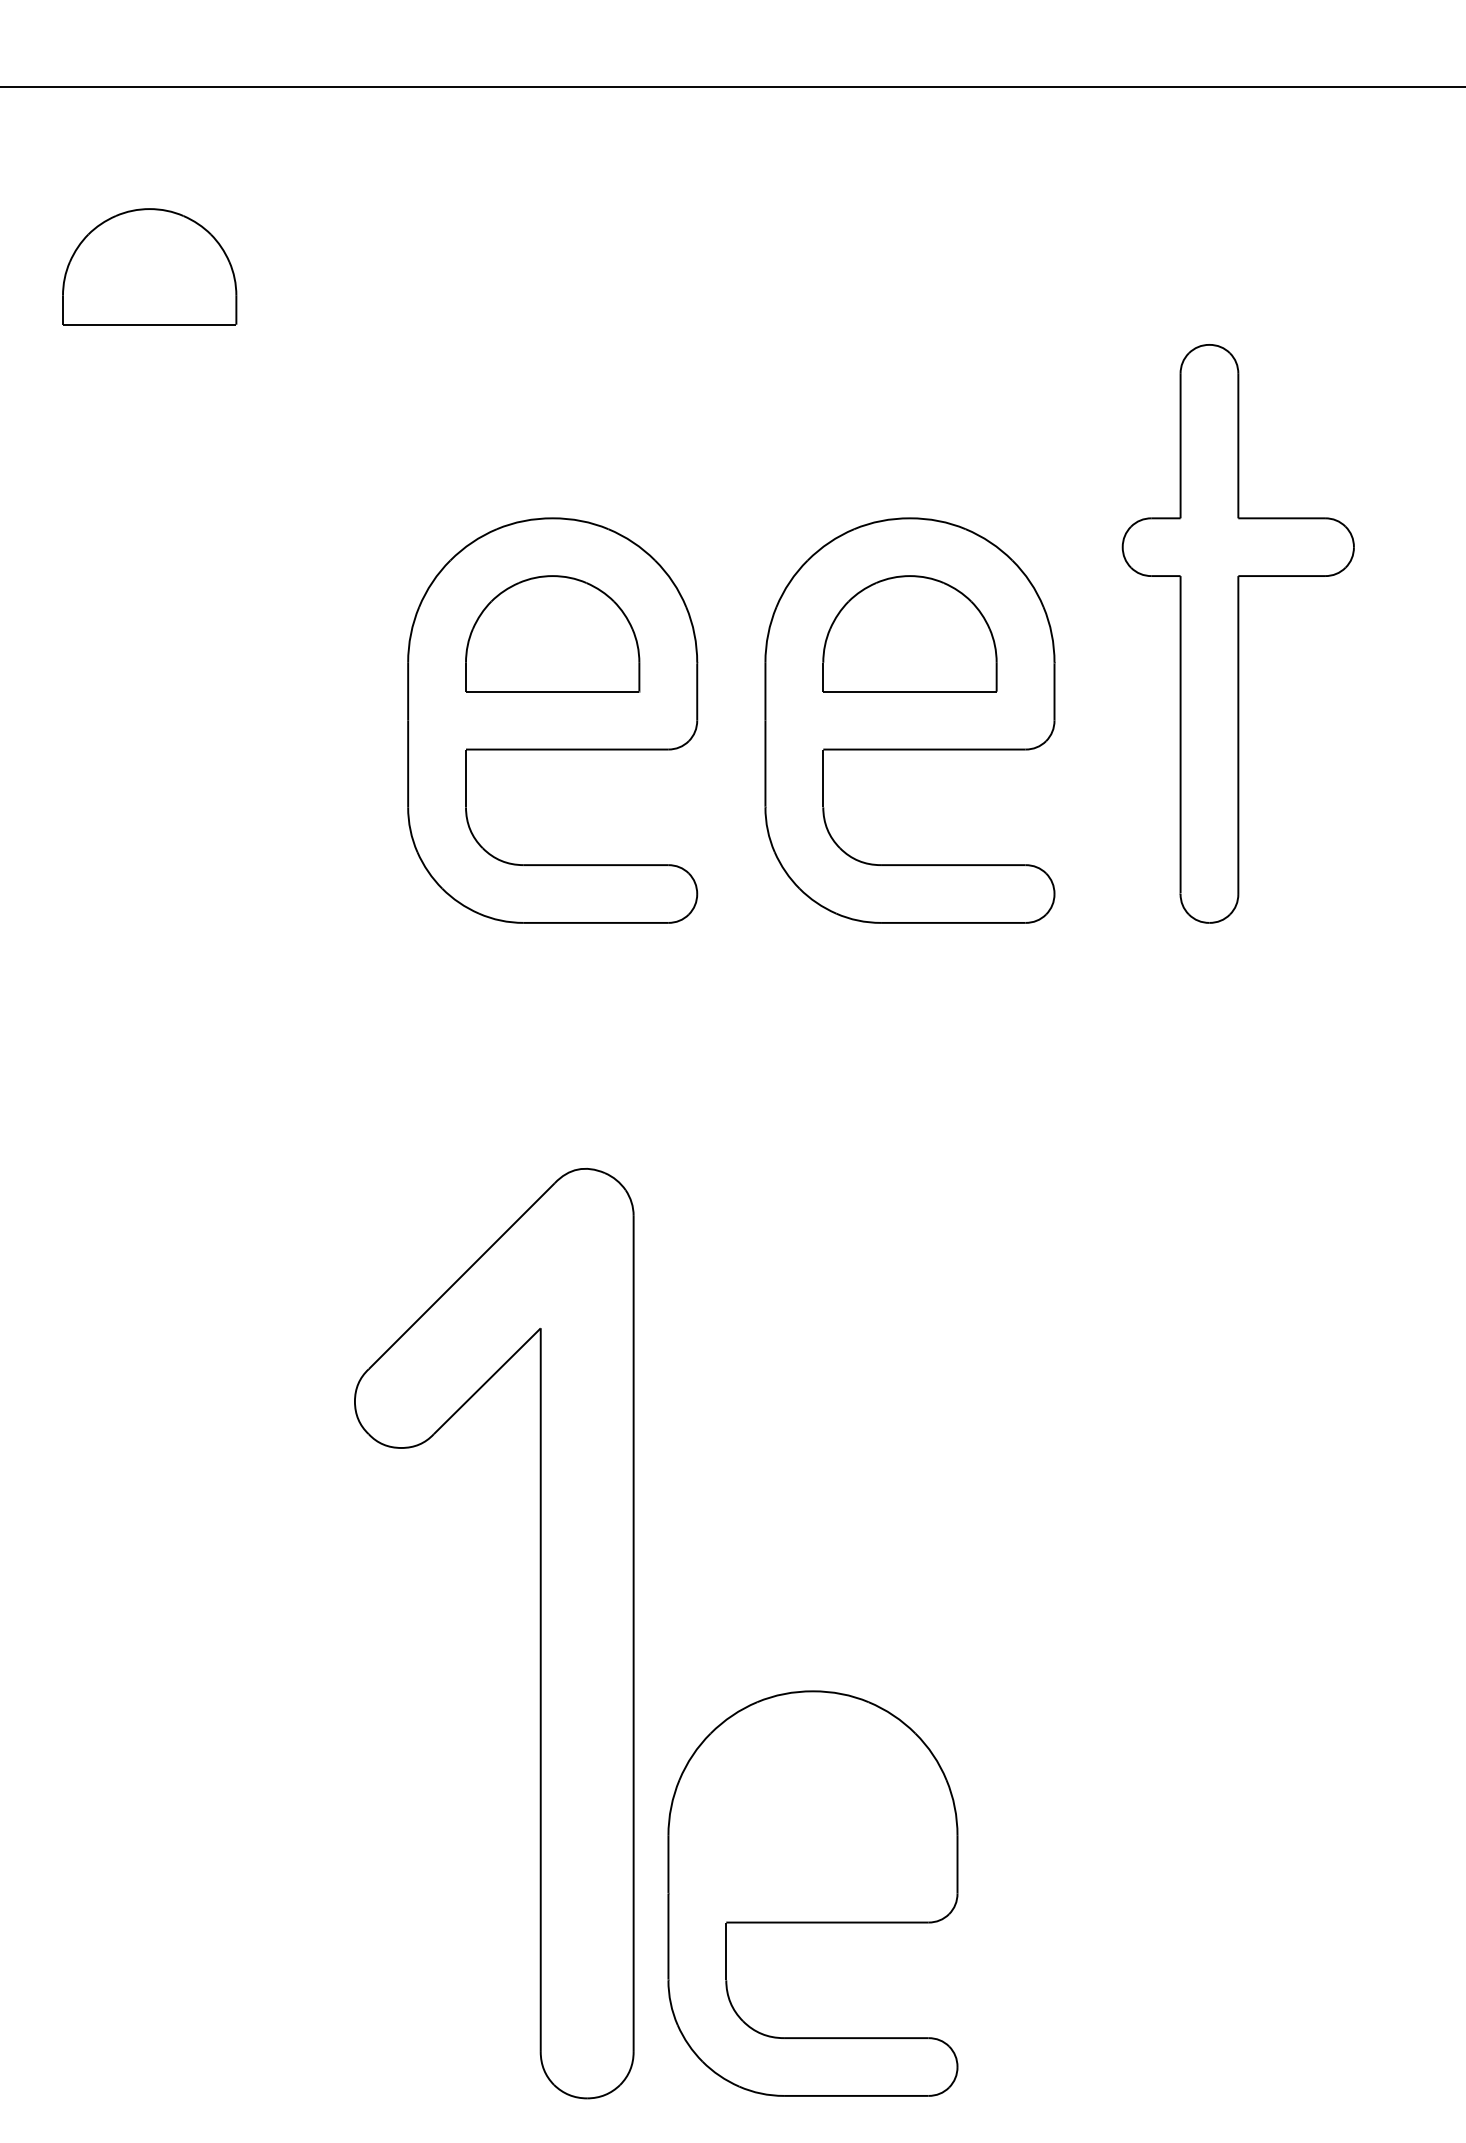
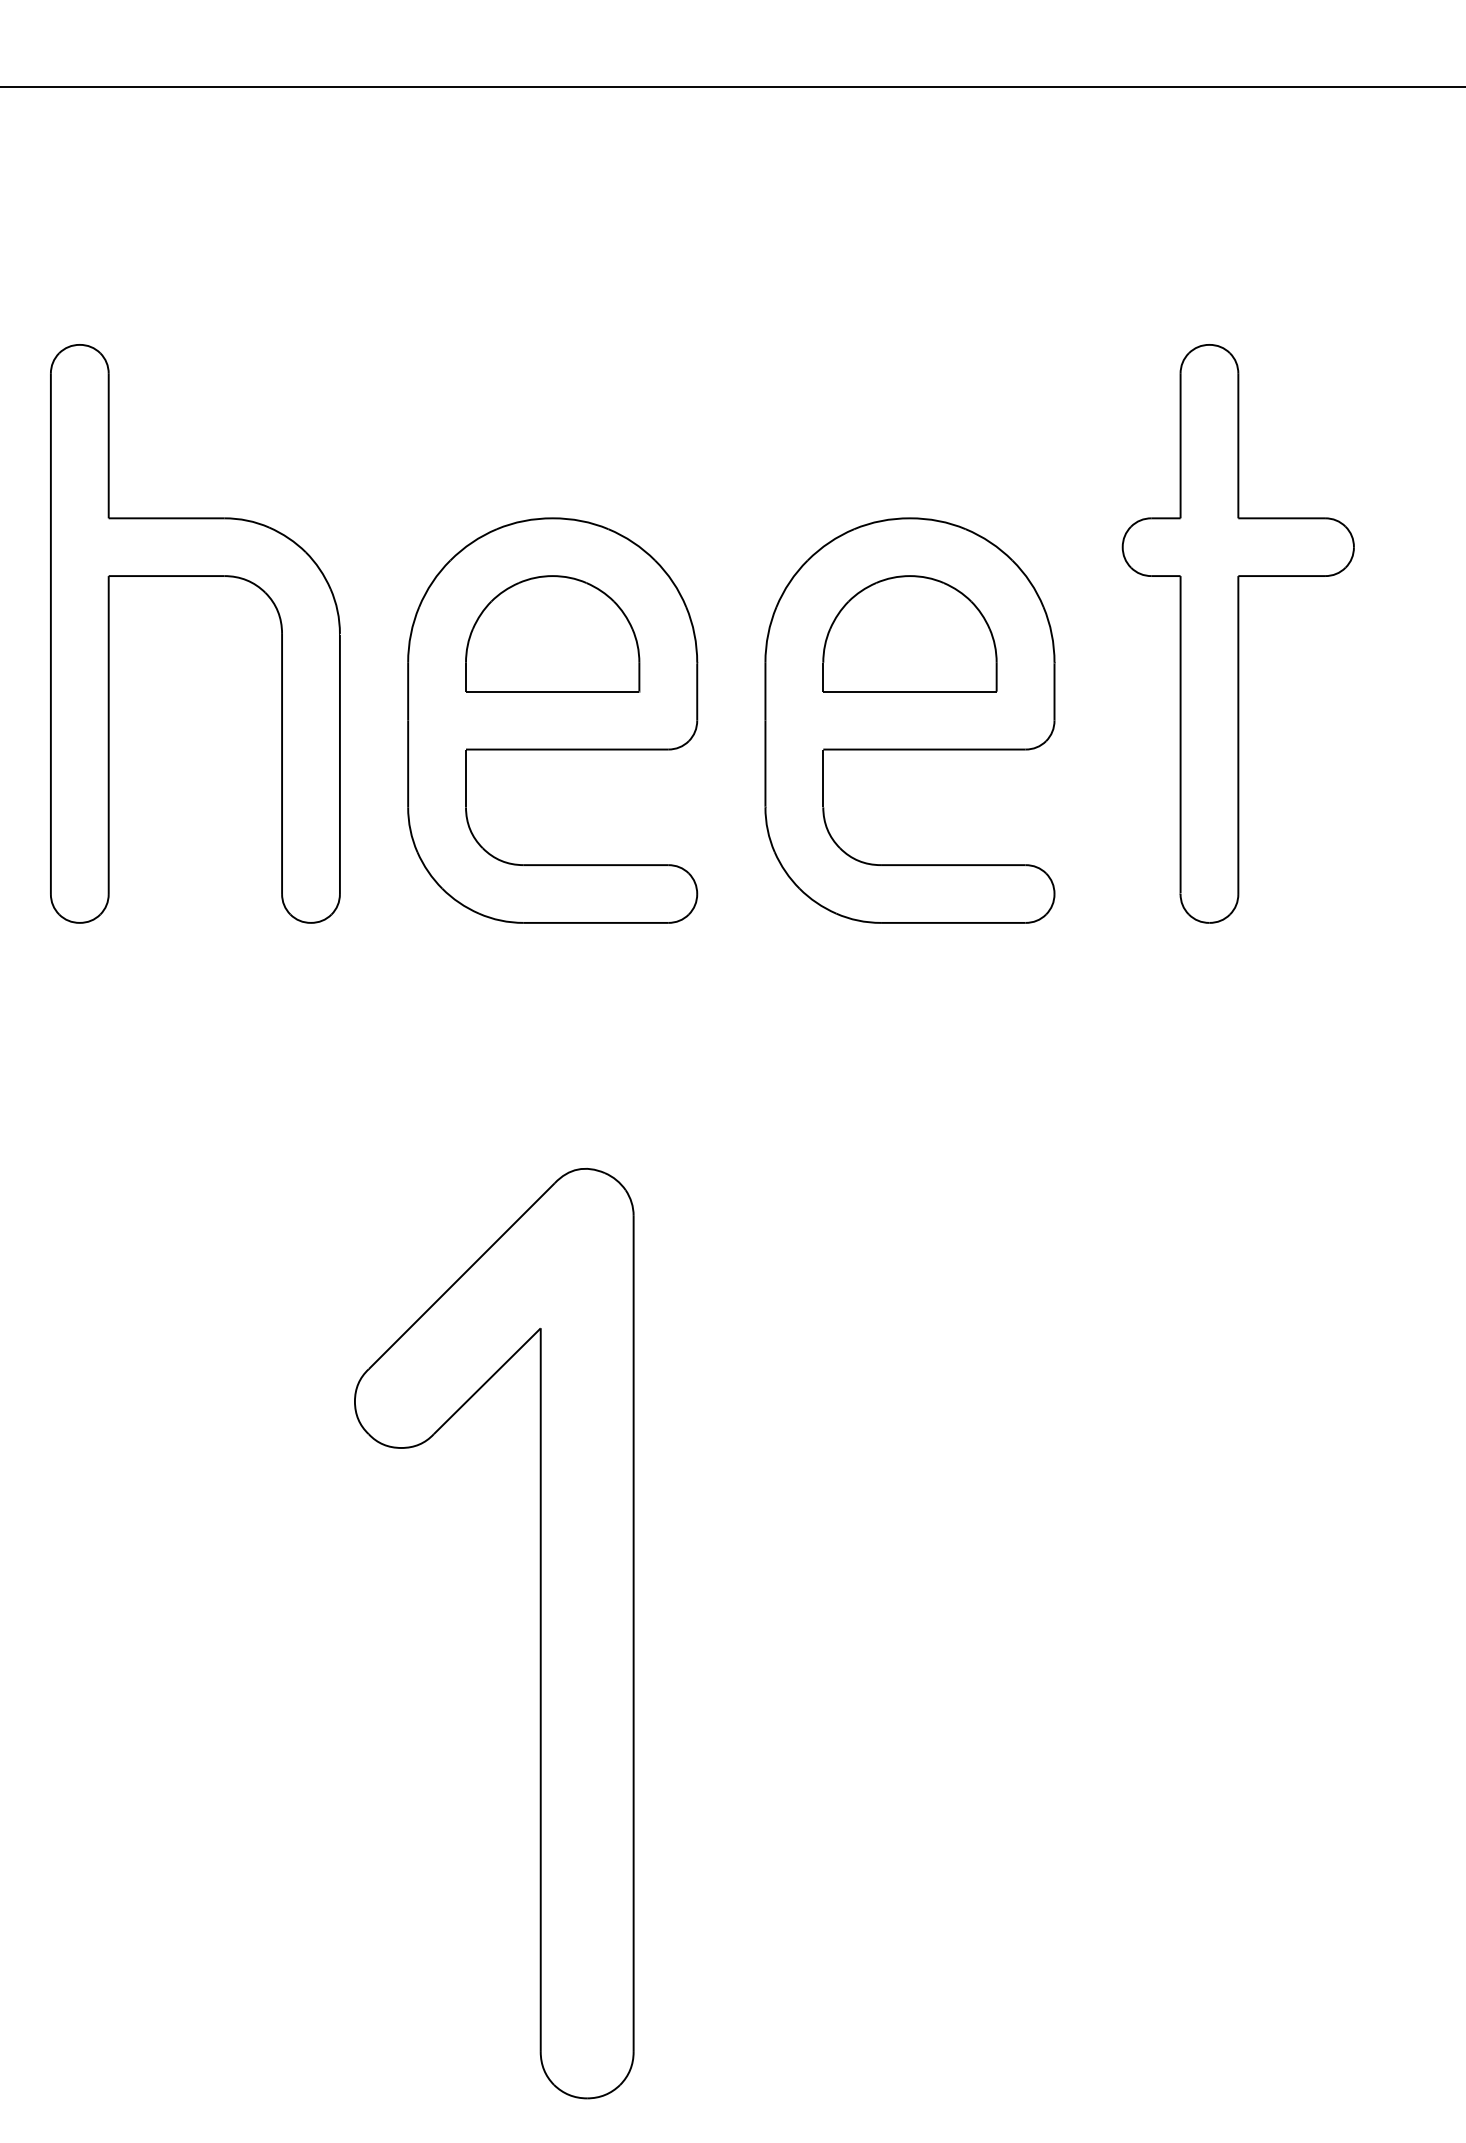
part at (149, 266): present -> none
part at (195, 576): none -> present
part at (812, 1893): present -> none
